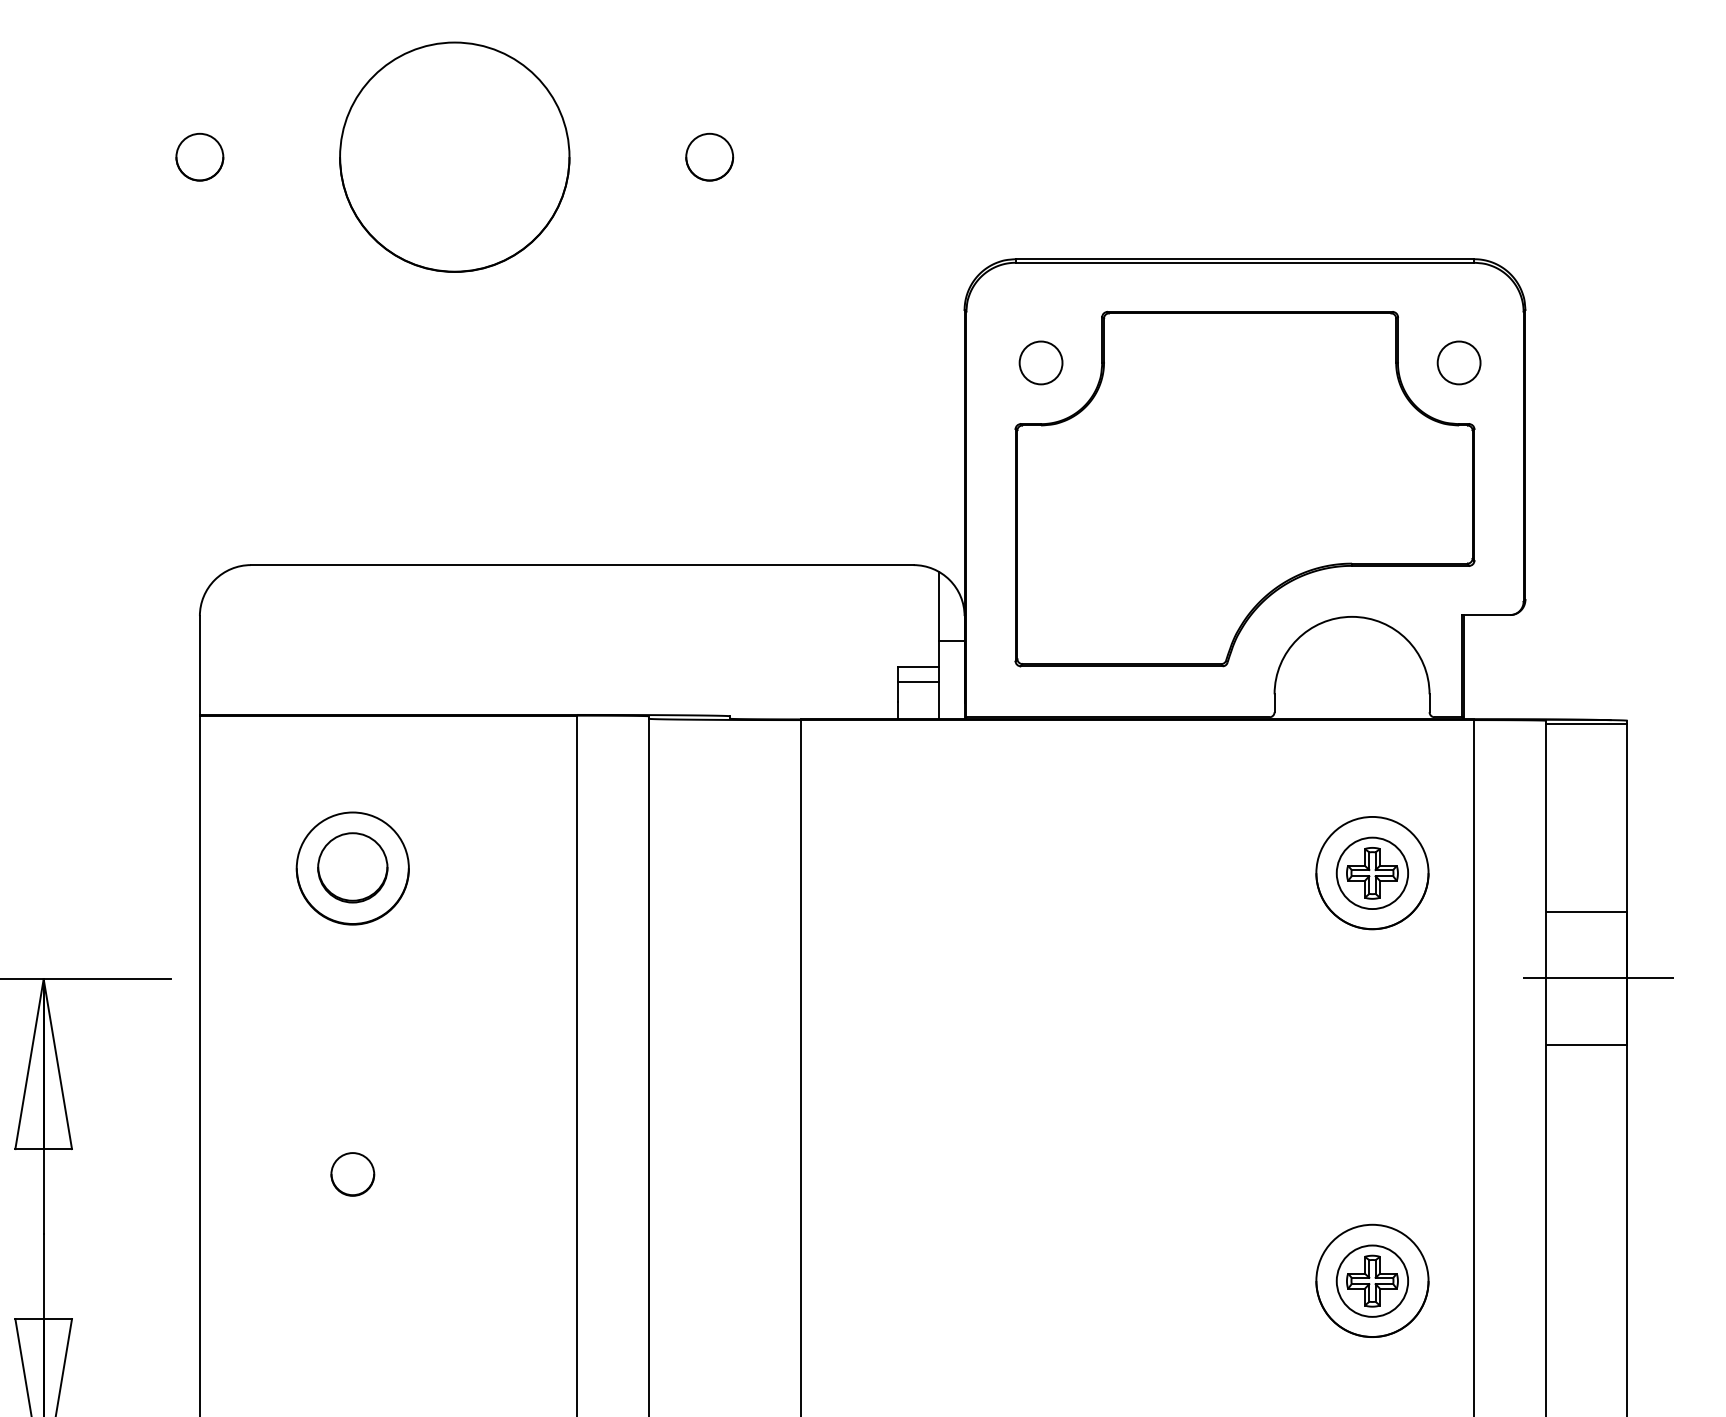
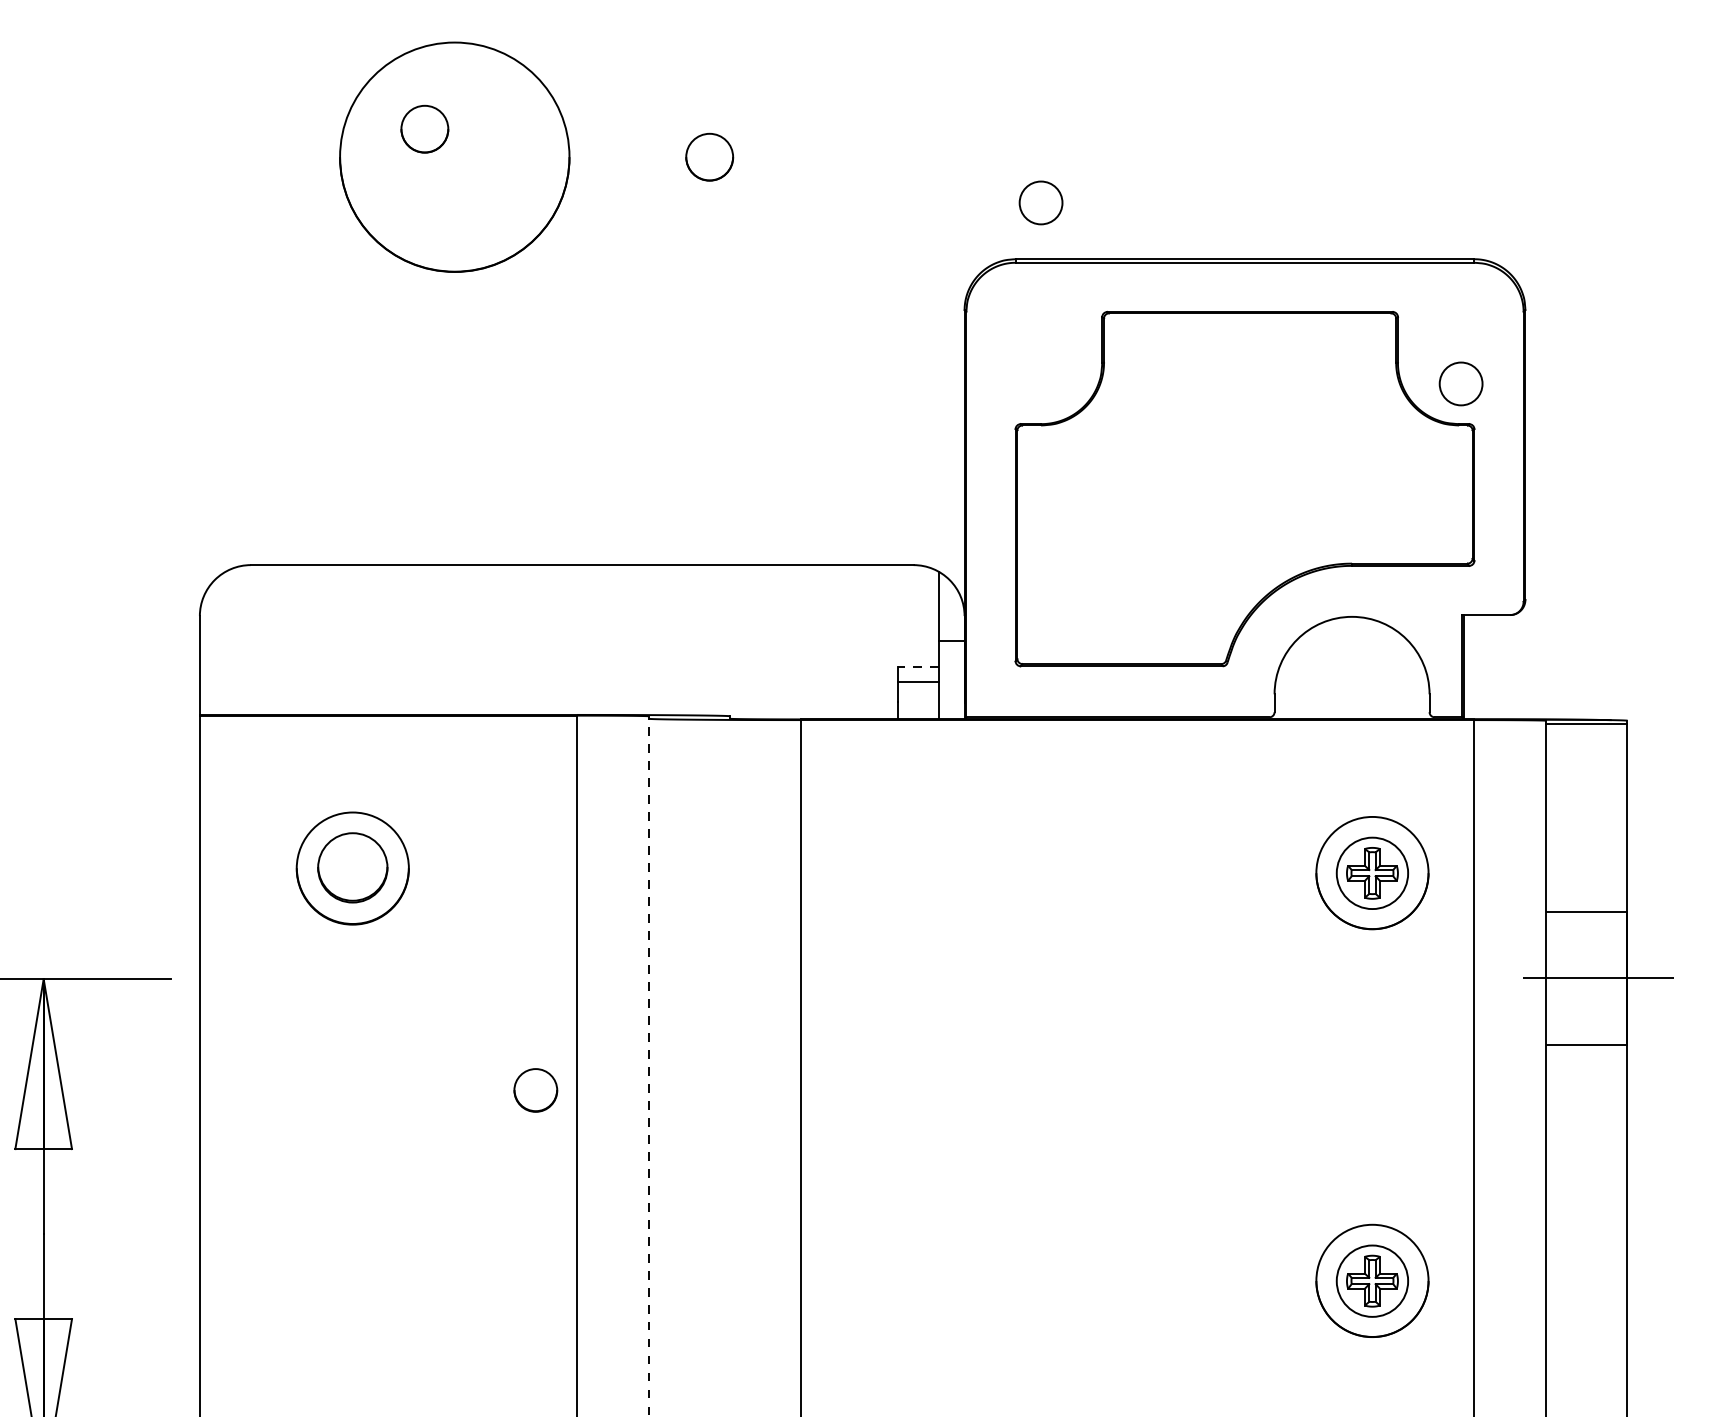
part at (199, 156) position: (199, 156) -> (424, 128)
part at (1040, 362) position: (1040, 362) -> (1040, 202)
part at (1458, 362) position: (1458, 362) -> (1460, 383)
line at (917, 666): solid -> dashed
line at (648, 1067): solid -> dashed
part at (352, 1174) position: (352, 1174) -> (535, 1090)
